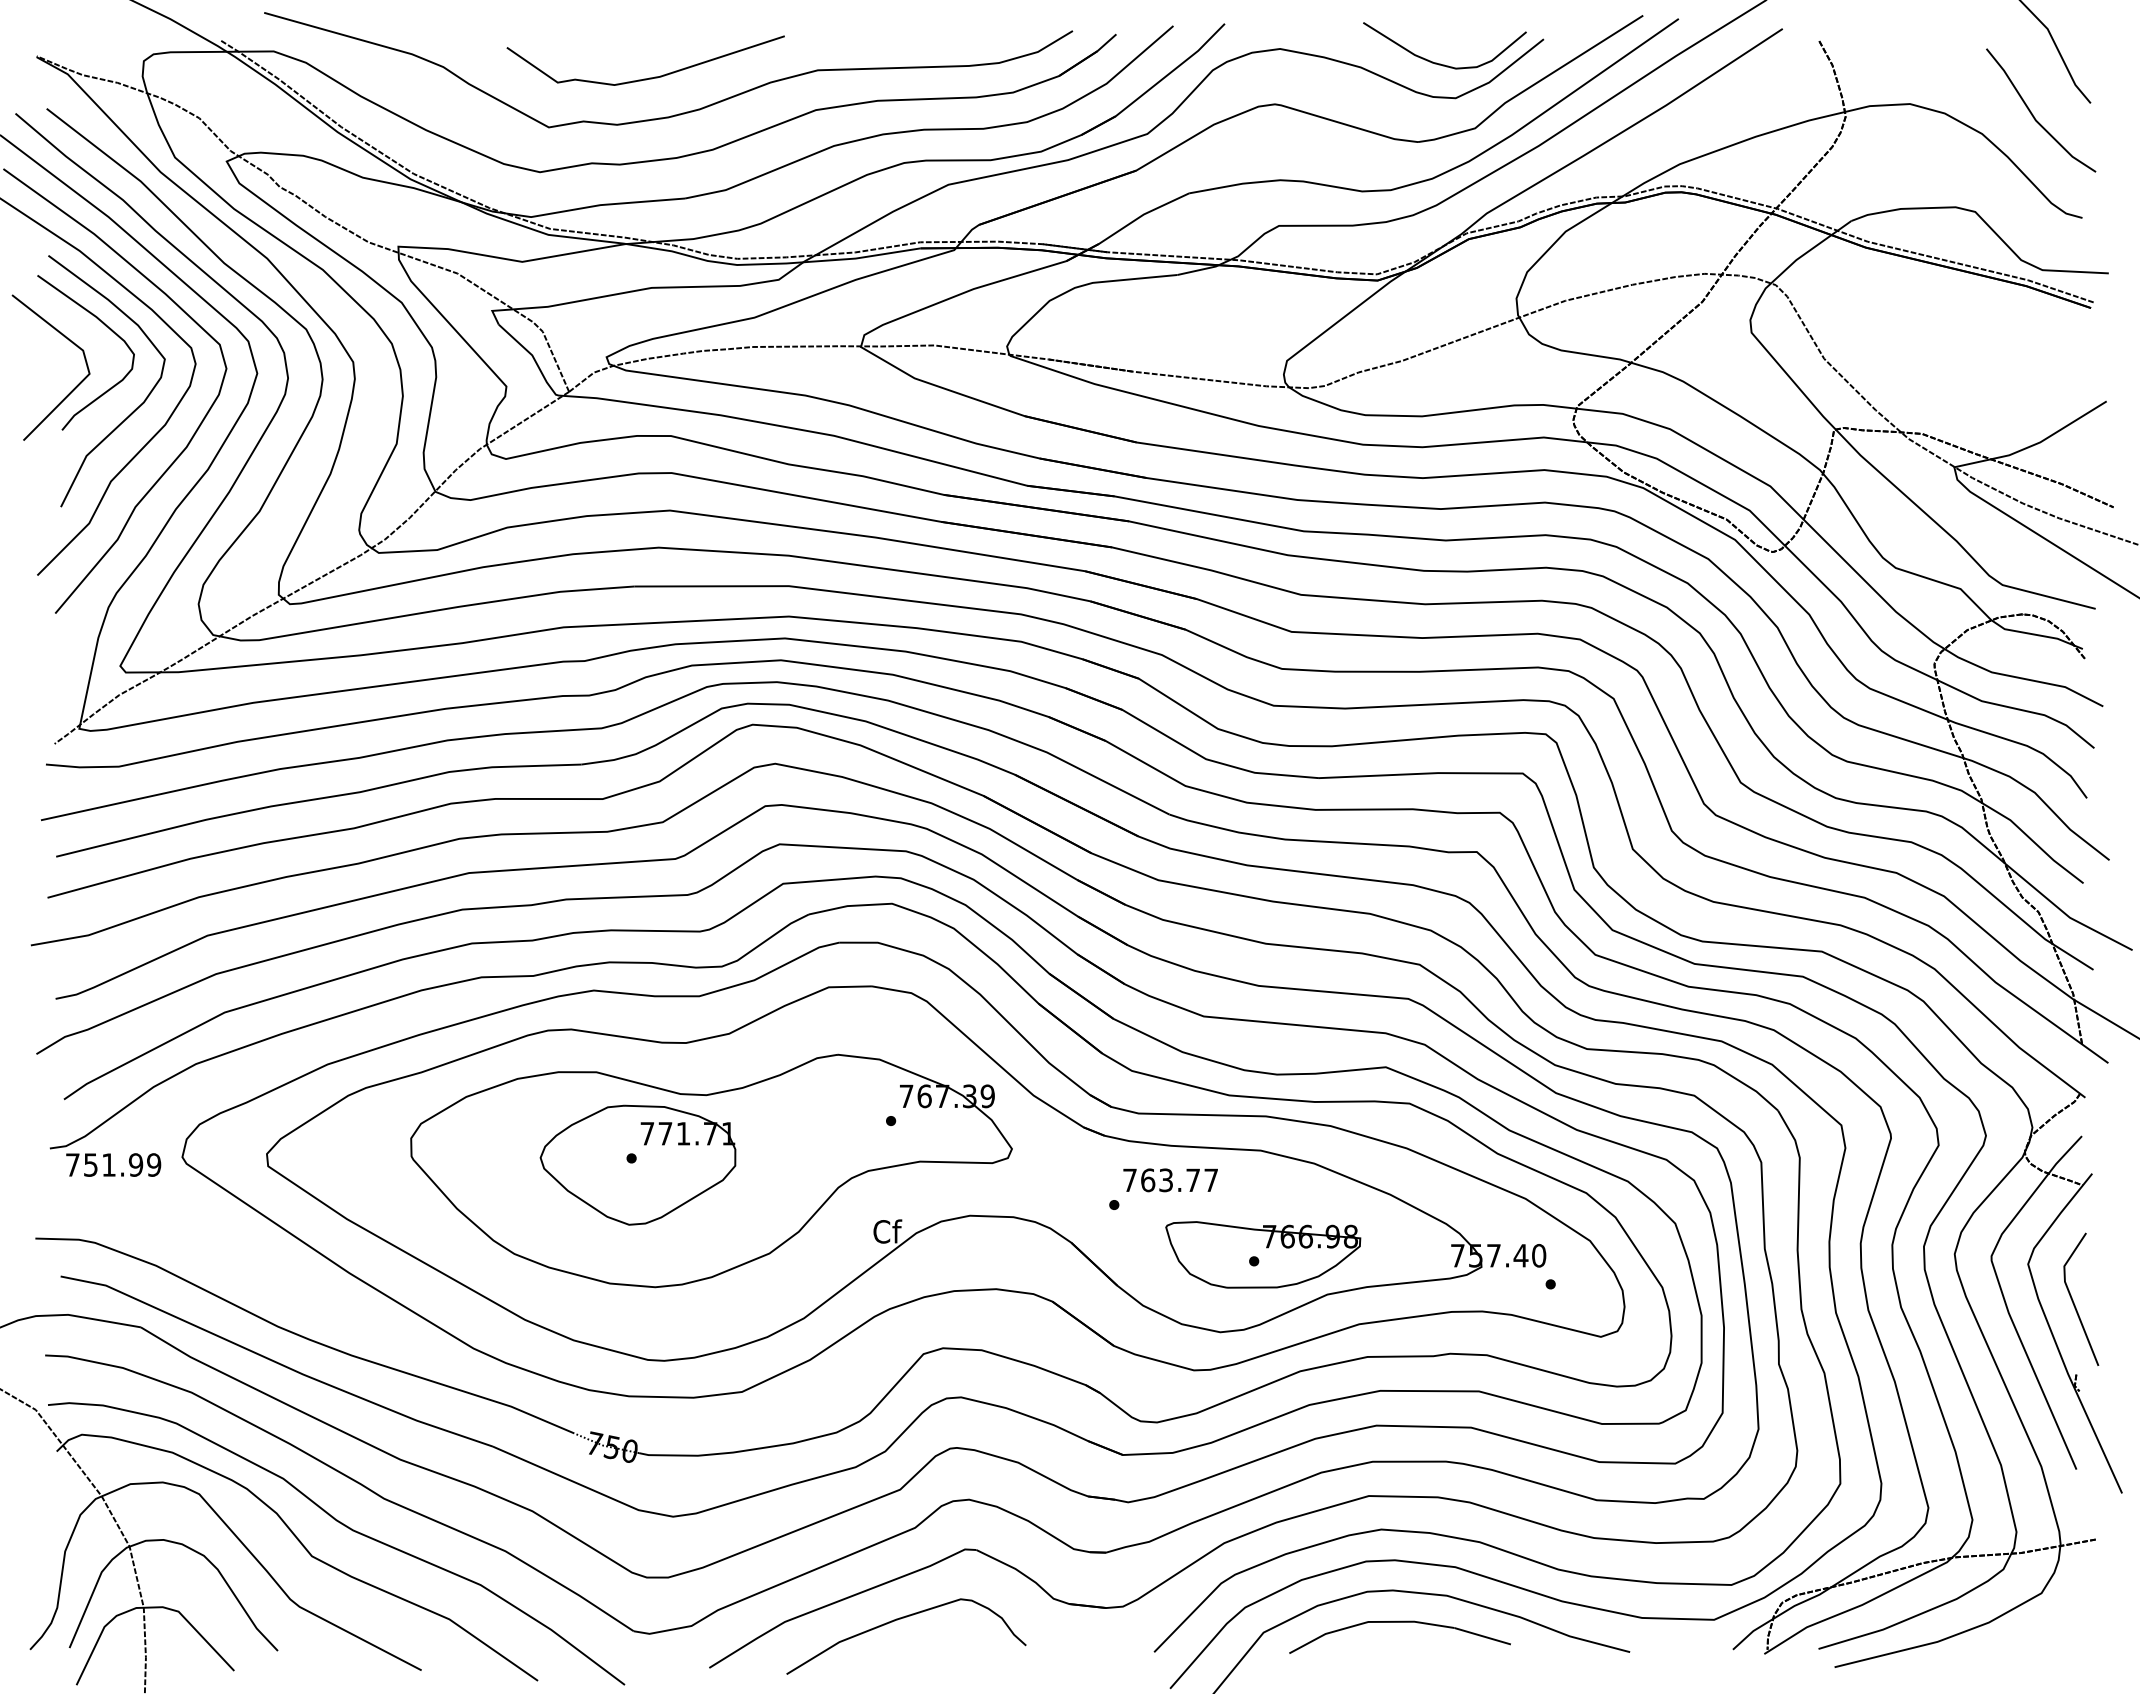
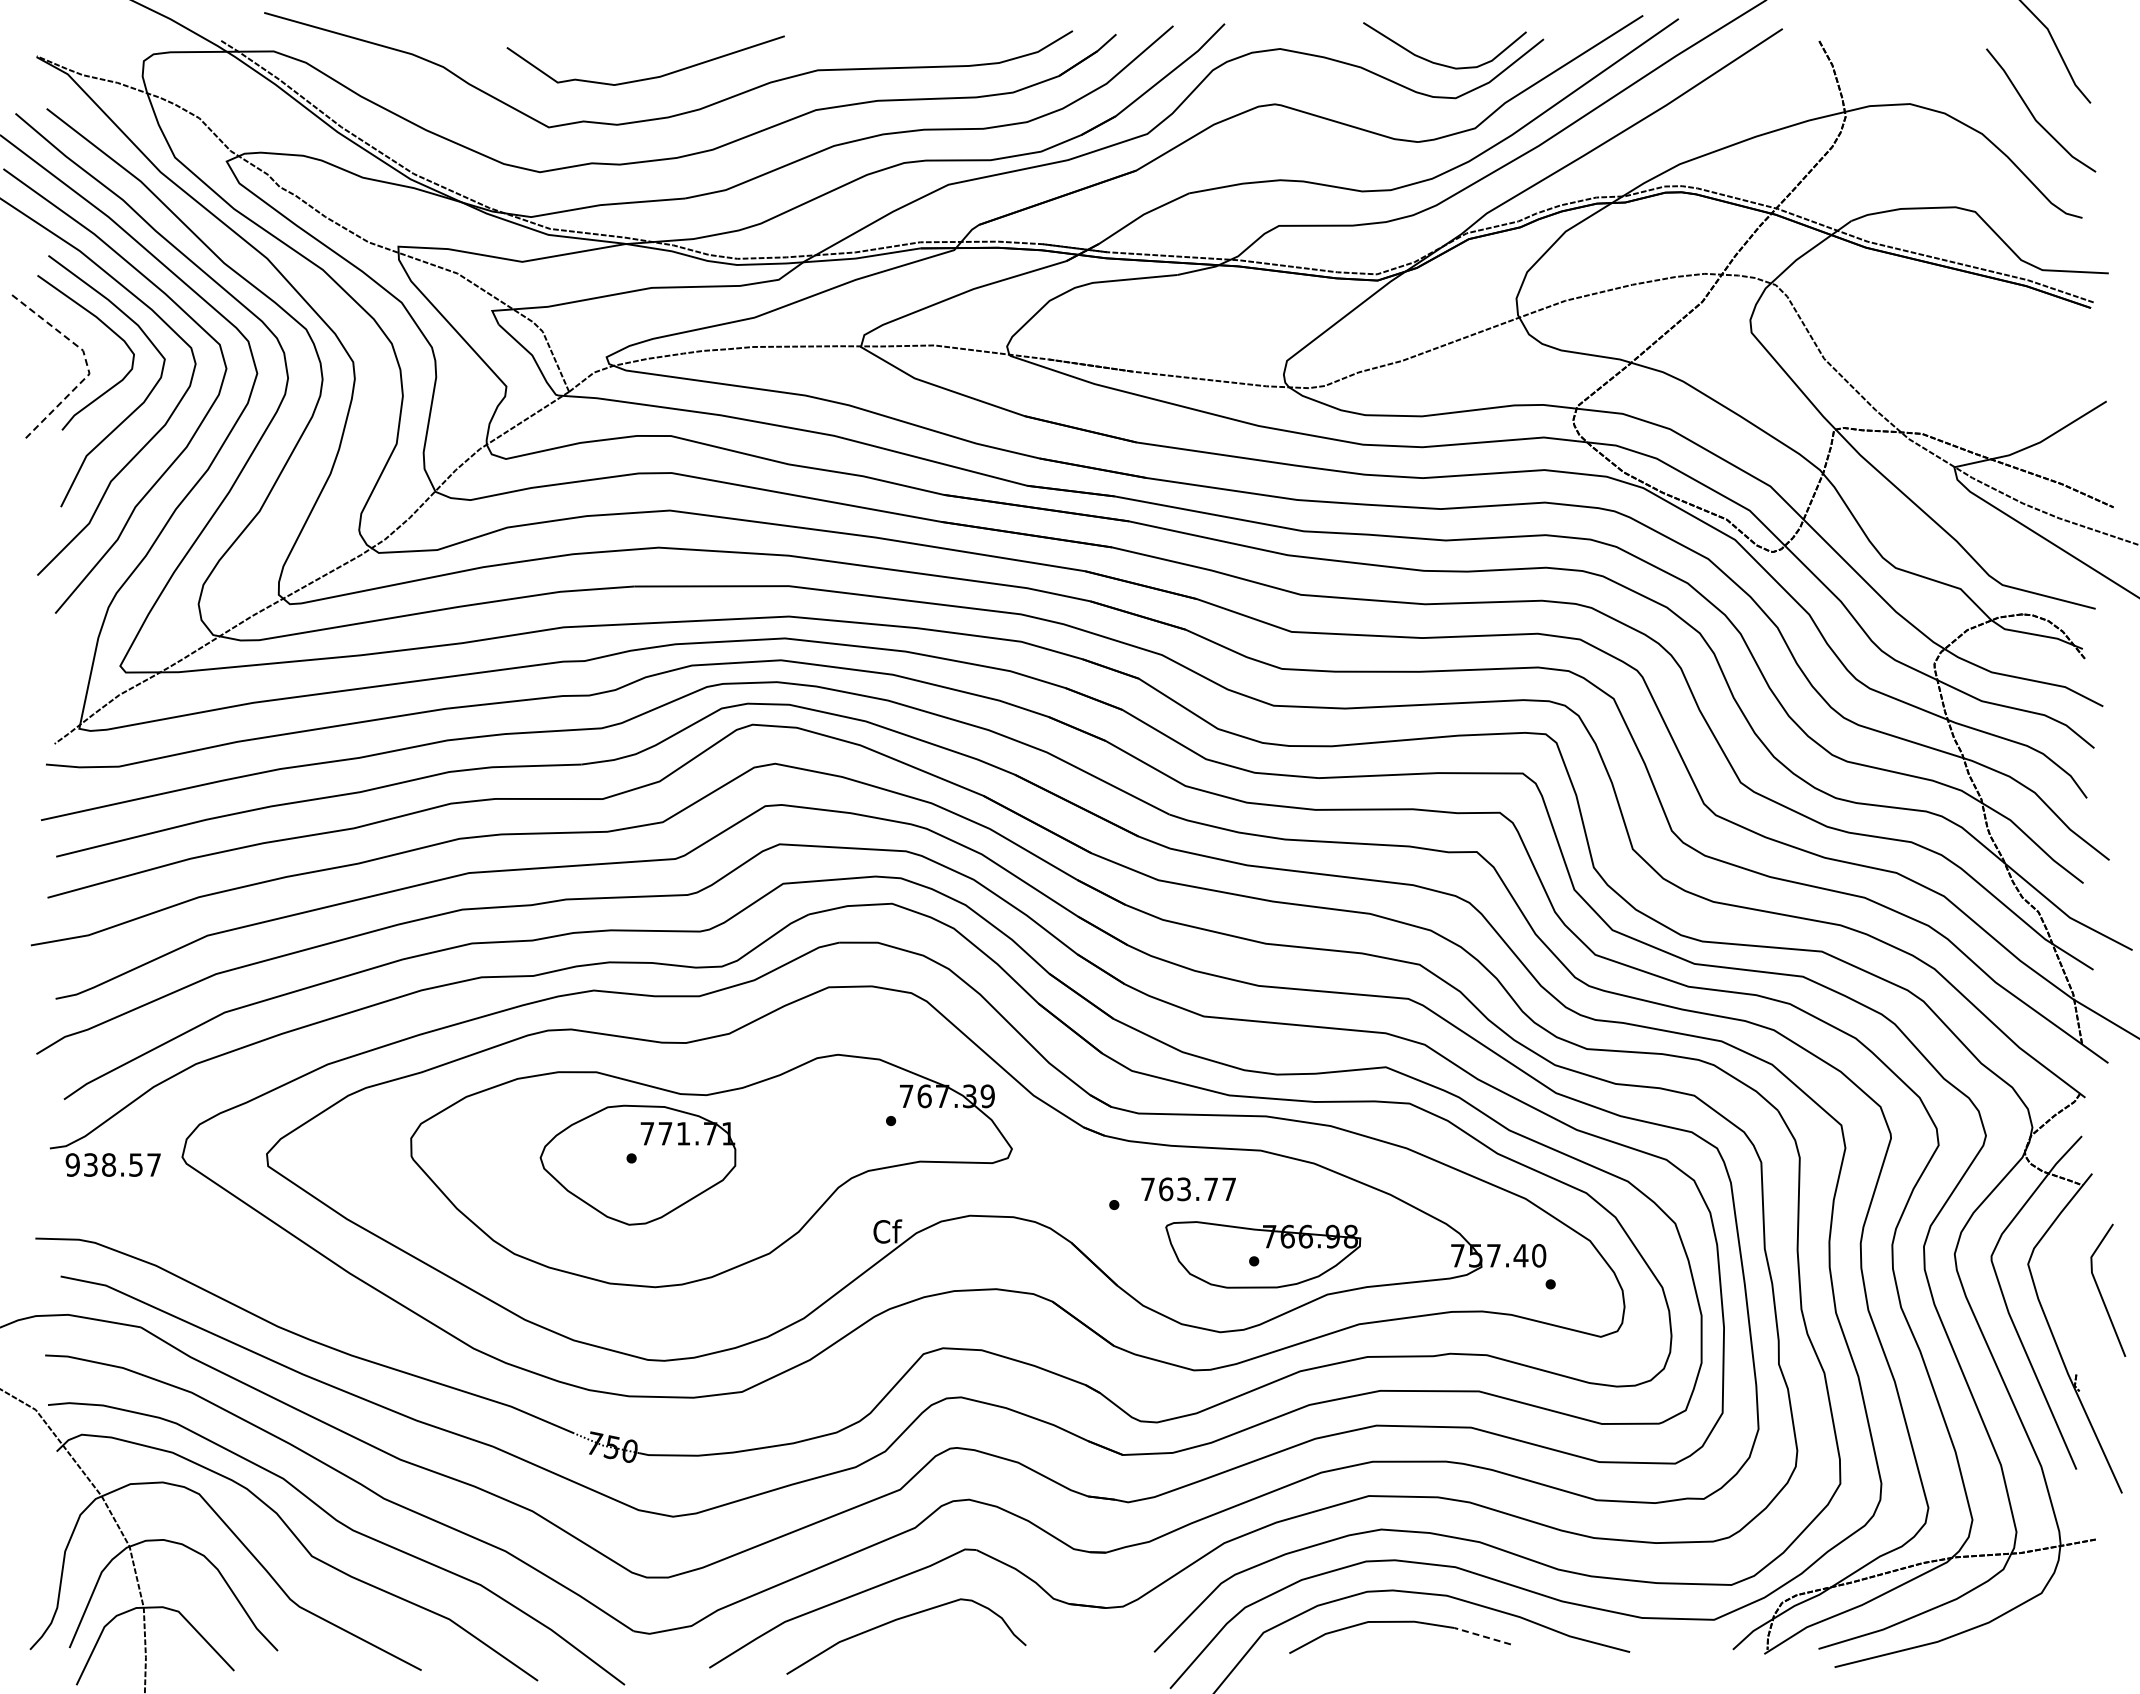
line at (86, 363): solid -> dashed
text at (113, 1164): 751.99 -> 938.57
text at (1170, 1180) position: (1170, 1180) -> (1188, 1189)
line at (2074, 1302) position: (2074, 1302) -> (2101, 1293)
line at (1482, 1636): solid -> dashed
